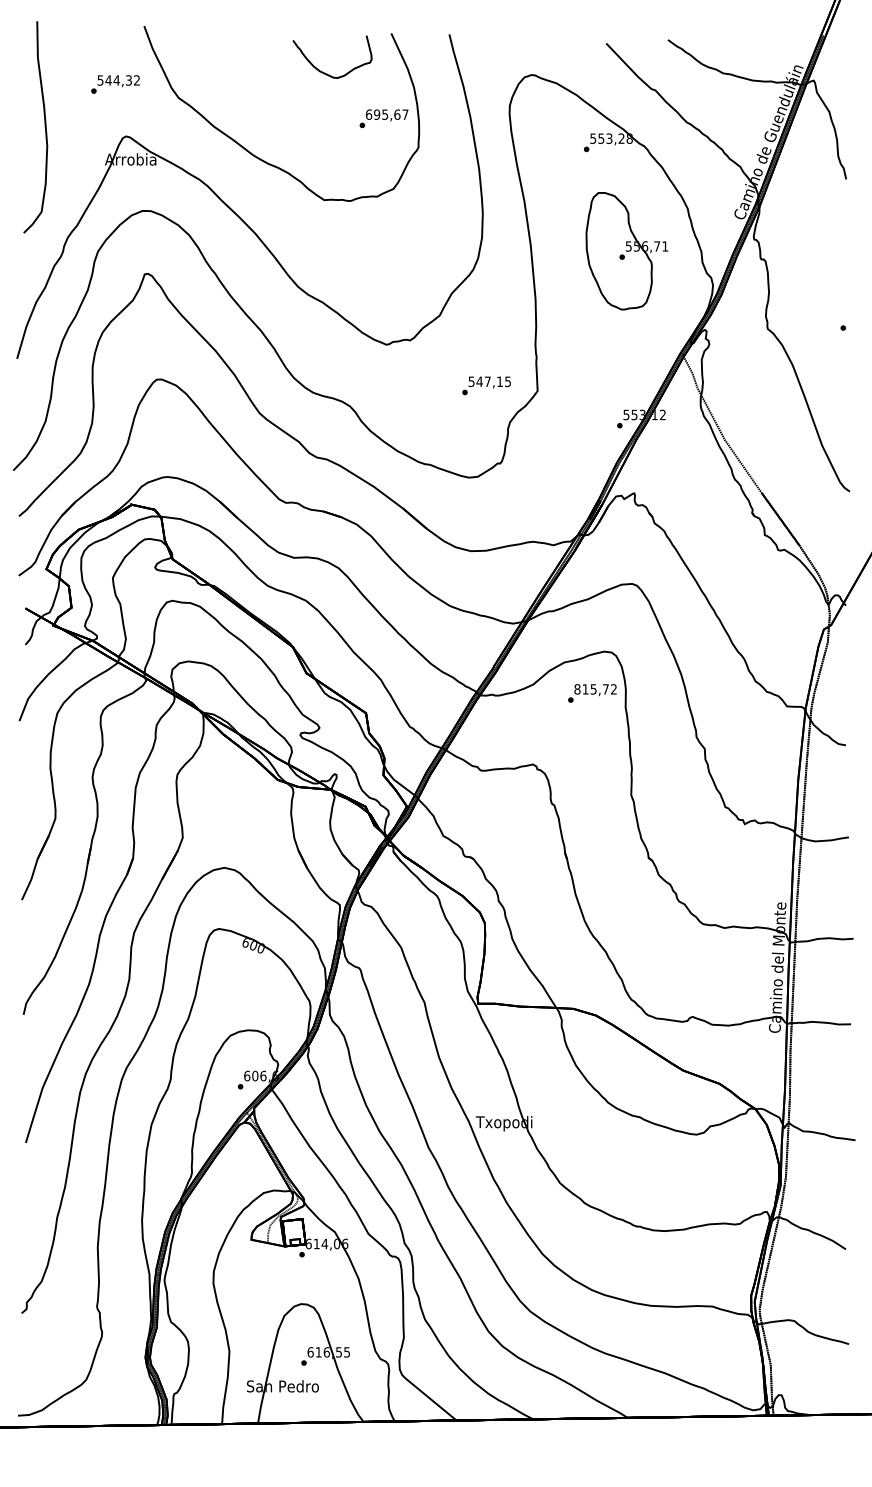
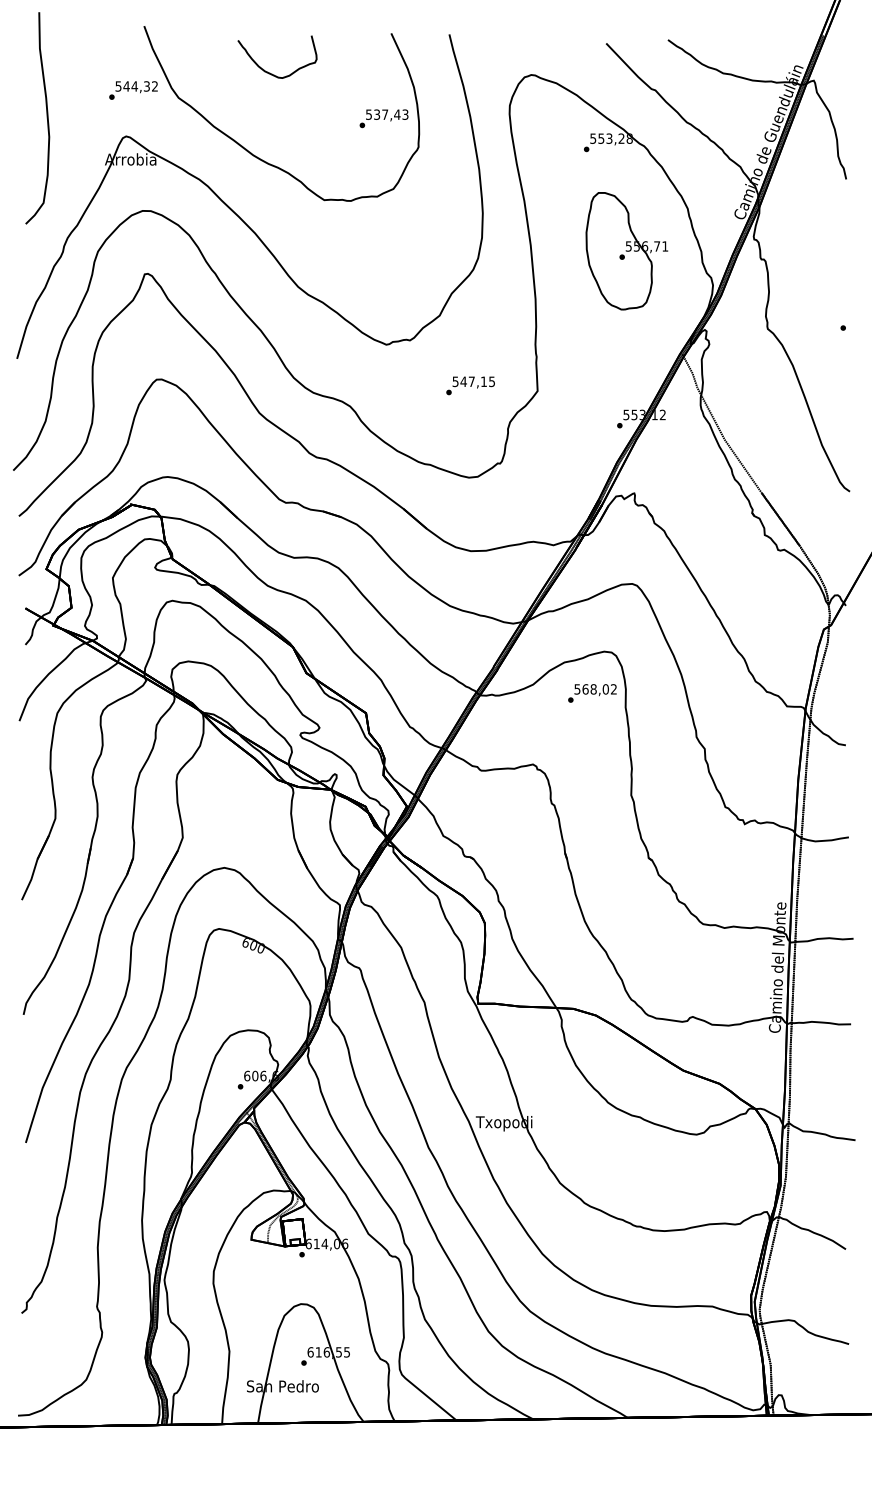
part at (325, 72) position: (325, 72) -> (270, 72)
text at (115, 84) position: (115, 84) -> (133, 90)
text at (387, 114): 695,67 -> 537,43
curve at (44, 127) position: (44, 127) -> (46, 118)
text at (486, 385) position: (486, 385) -> (470, 385)
text at (591, 689): 815,72 -> 568,02
